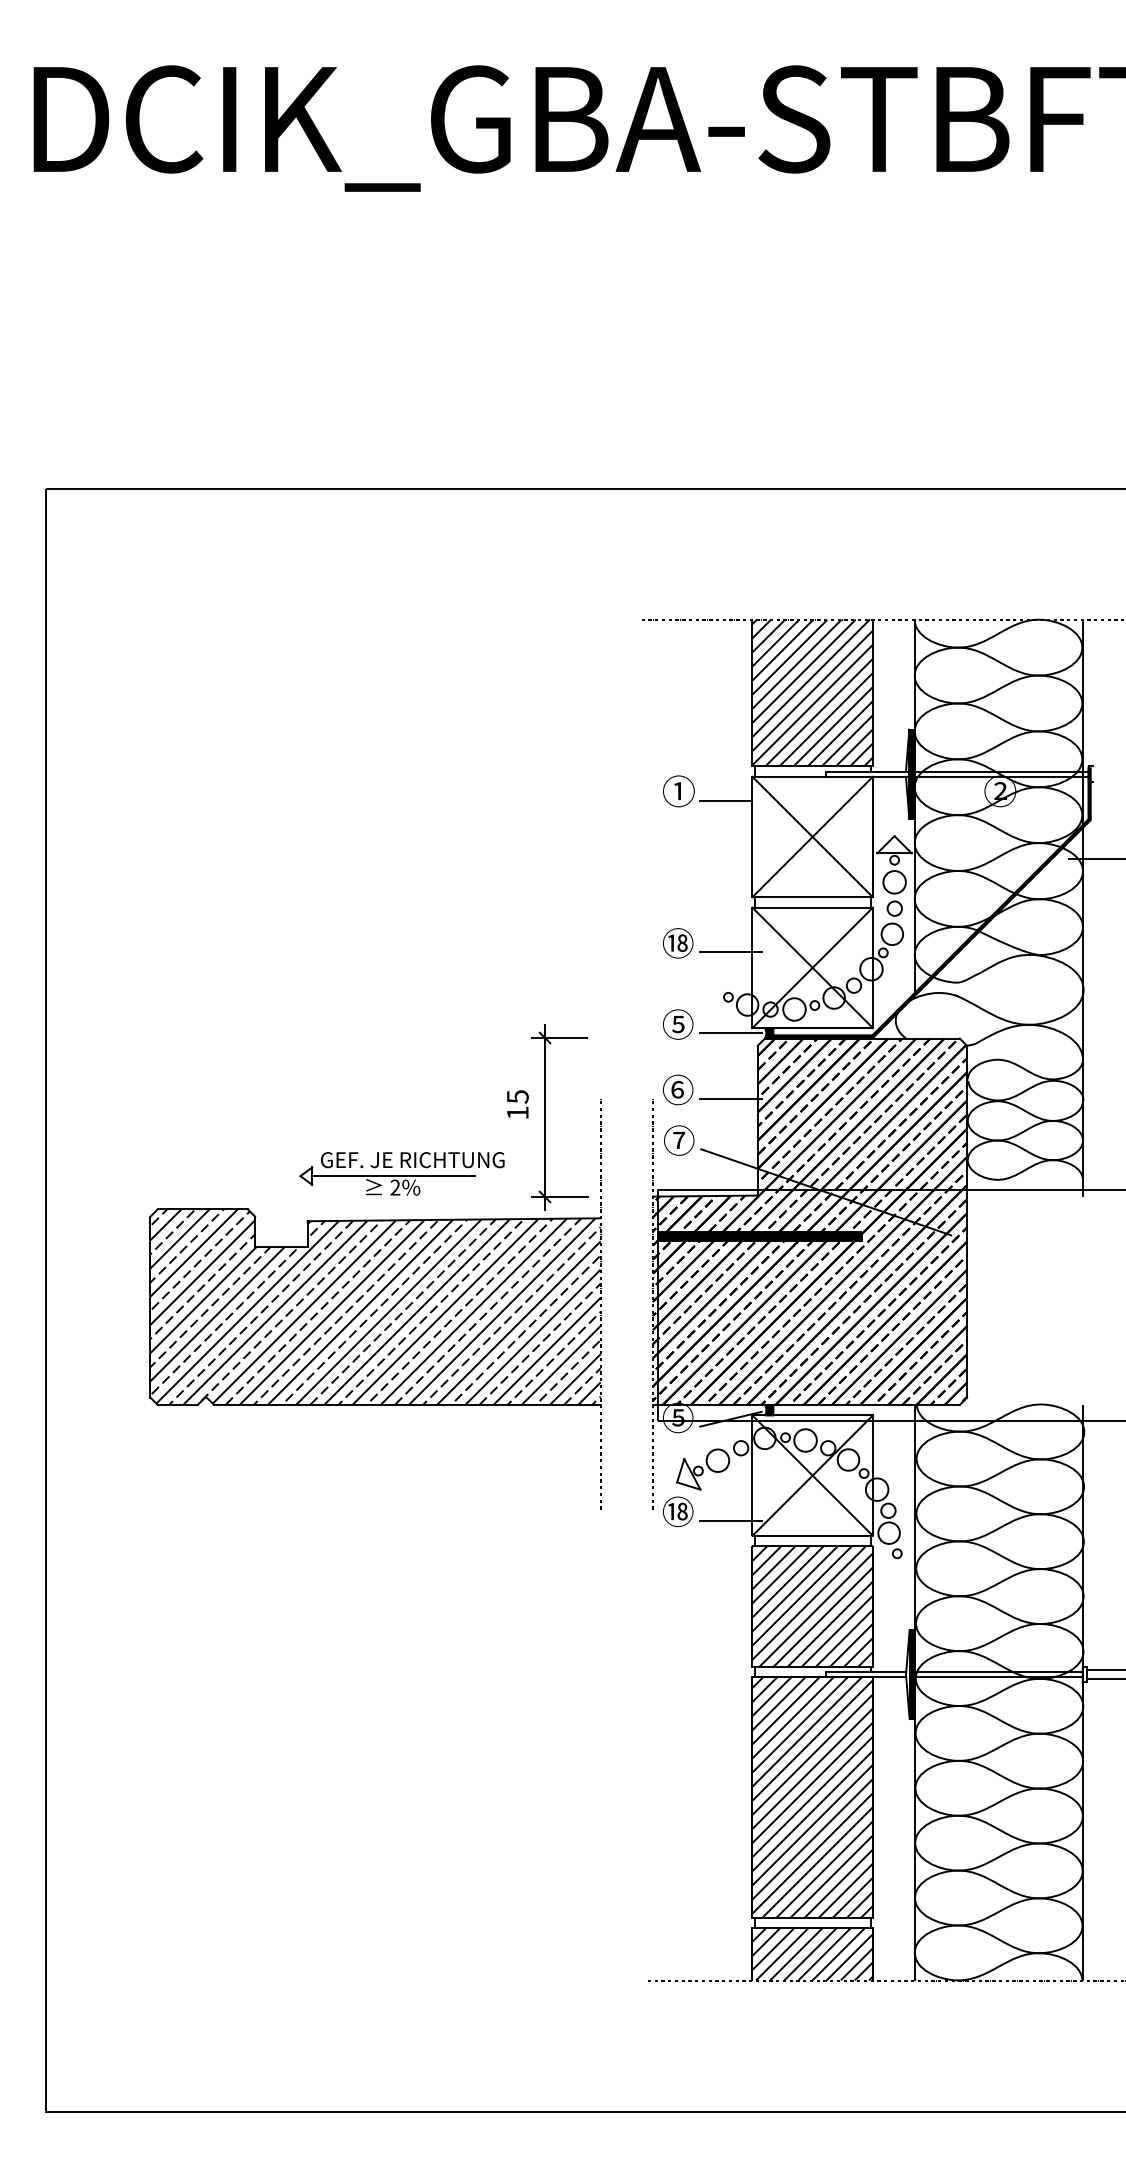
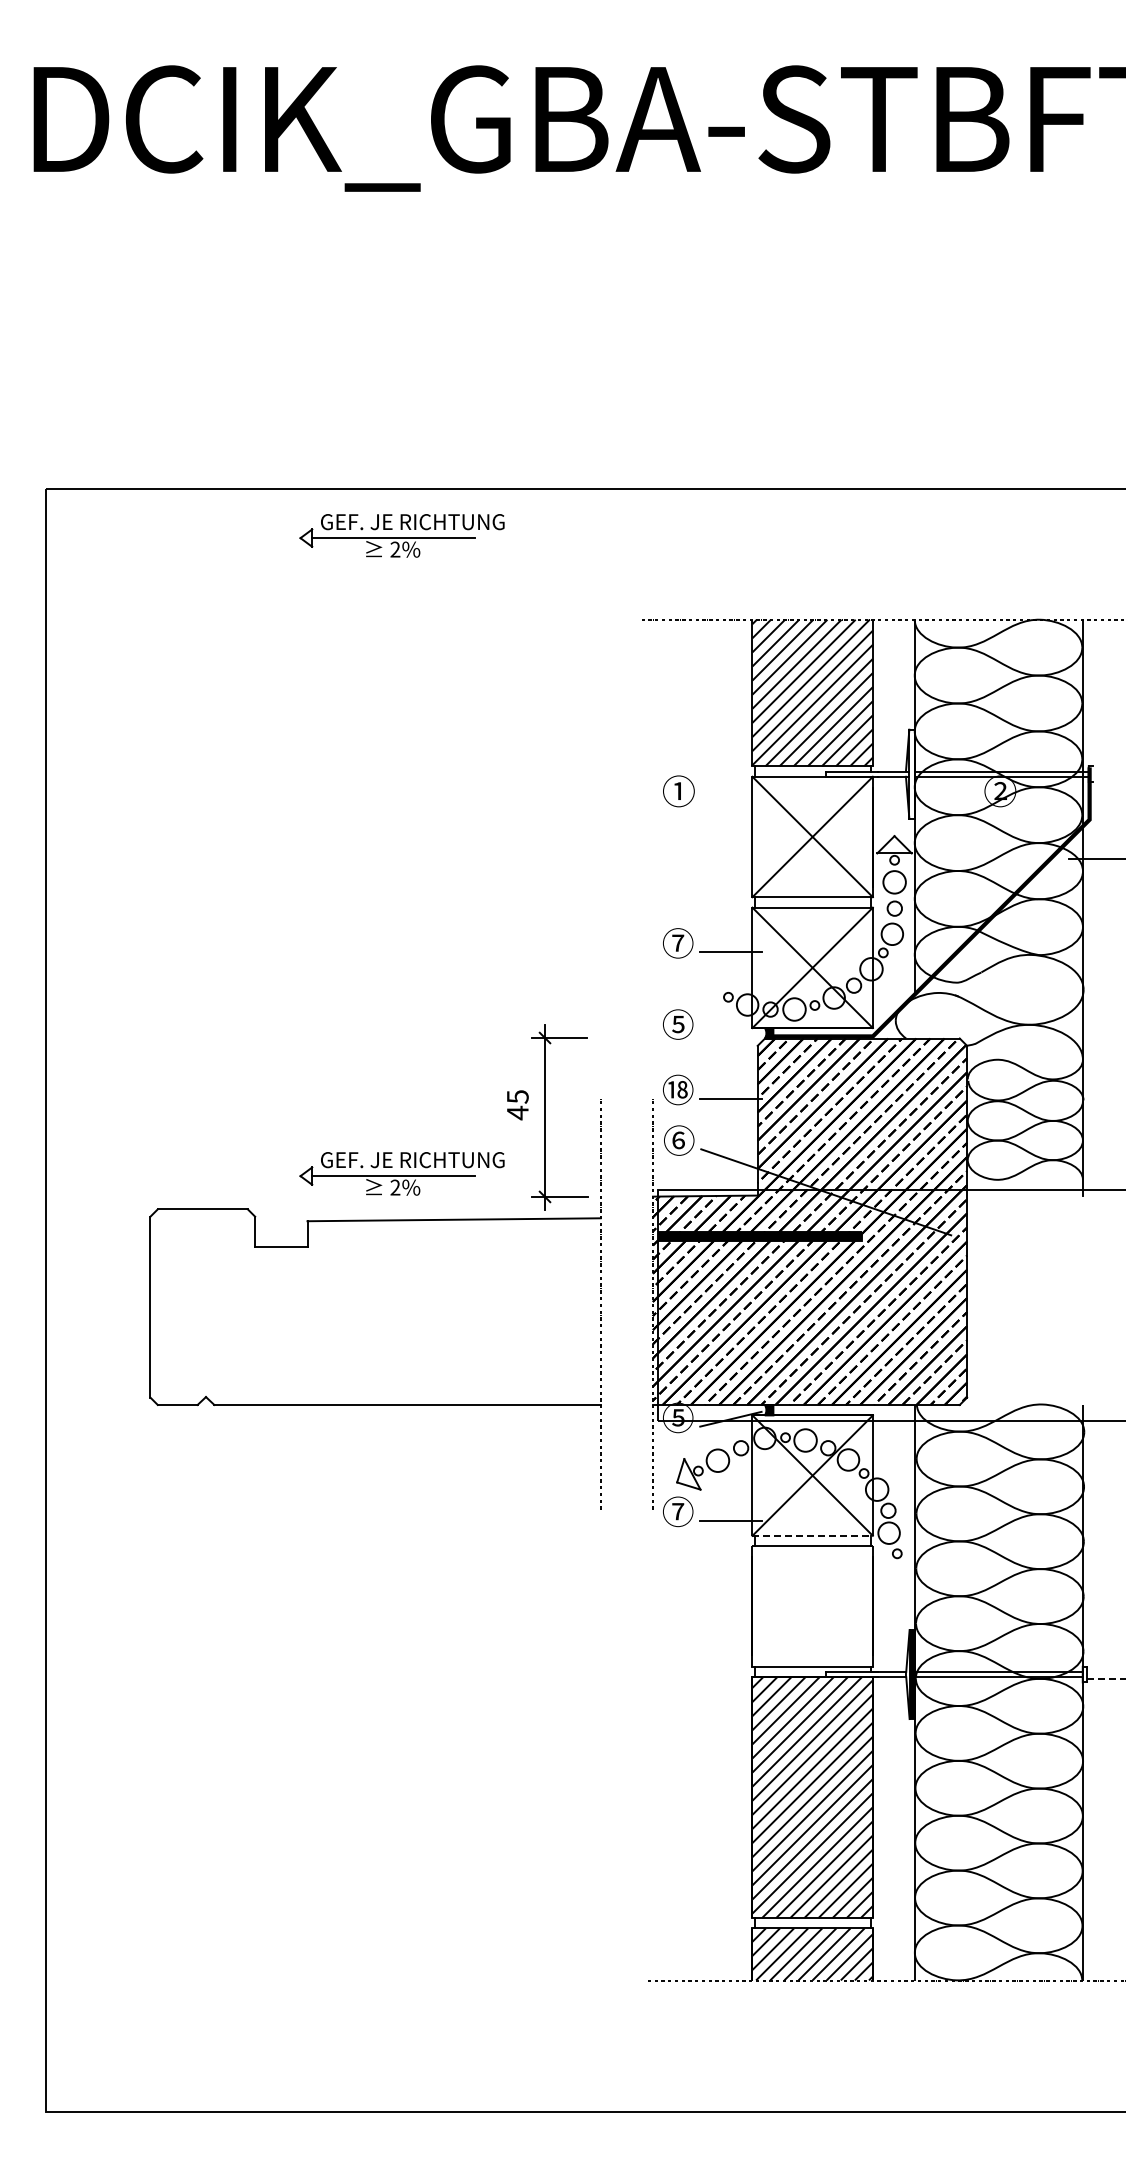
part at (401, 535): none -> present
fill at (911, 773): present -> none
line at (726, 800): present -> none
text at (677, 942): ⑱ -> ⑦
line at (730, 1033): present -> none
text at (677, 1089): ⑥ -> ⑱
text at (517, 1112): 15 -> 45
text at (678, 1140): ⑦ -> ⑥
hatch at (375, 1306): present -> none
text at (677, 1511): ⑱ -> ⑦
line at (813, 1535): solid -> dashed
hatch at (812, 1606): present -> none
line at (1104, 1669): present -> none
line at (1106, 1679): solid -> dashed
